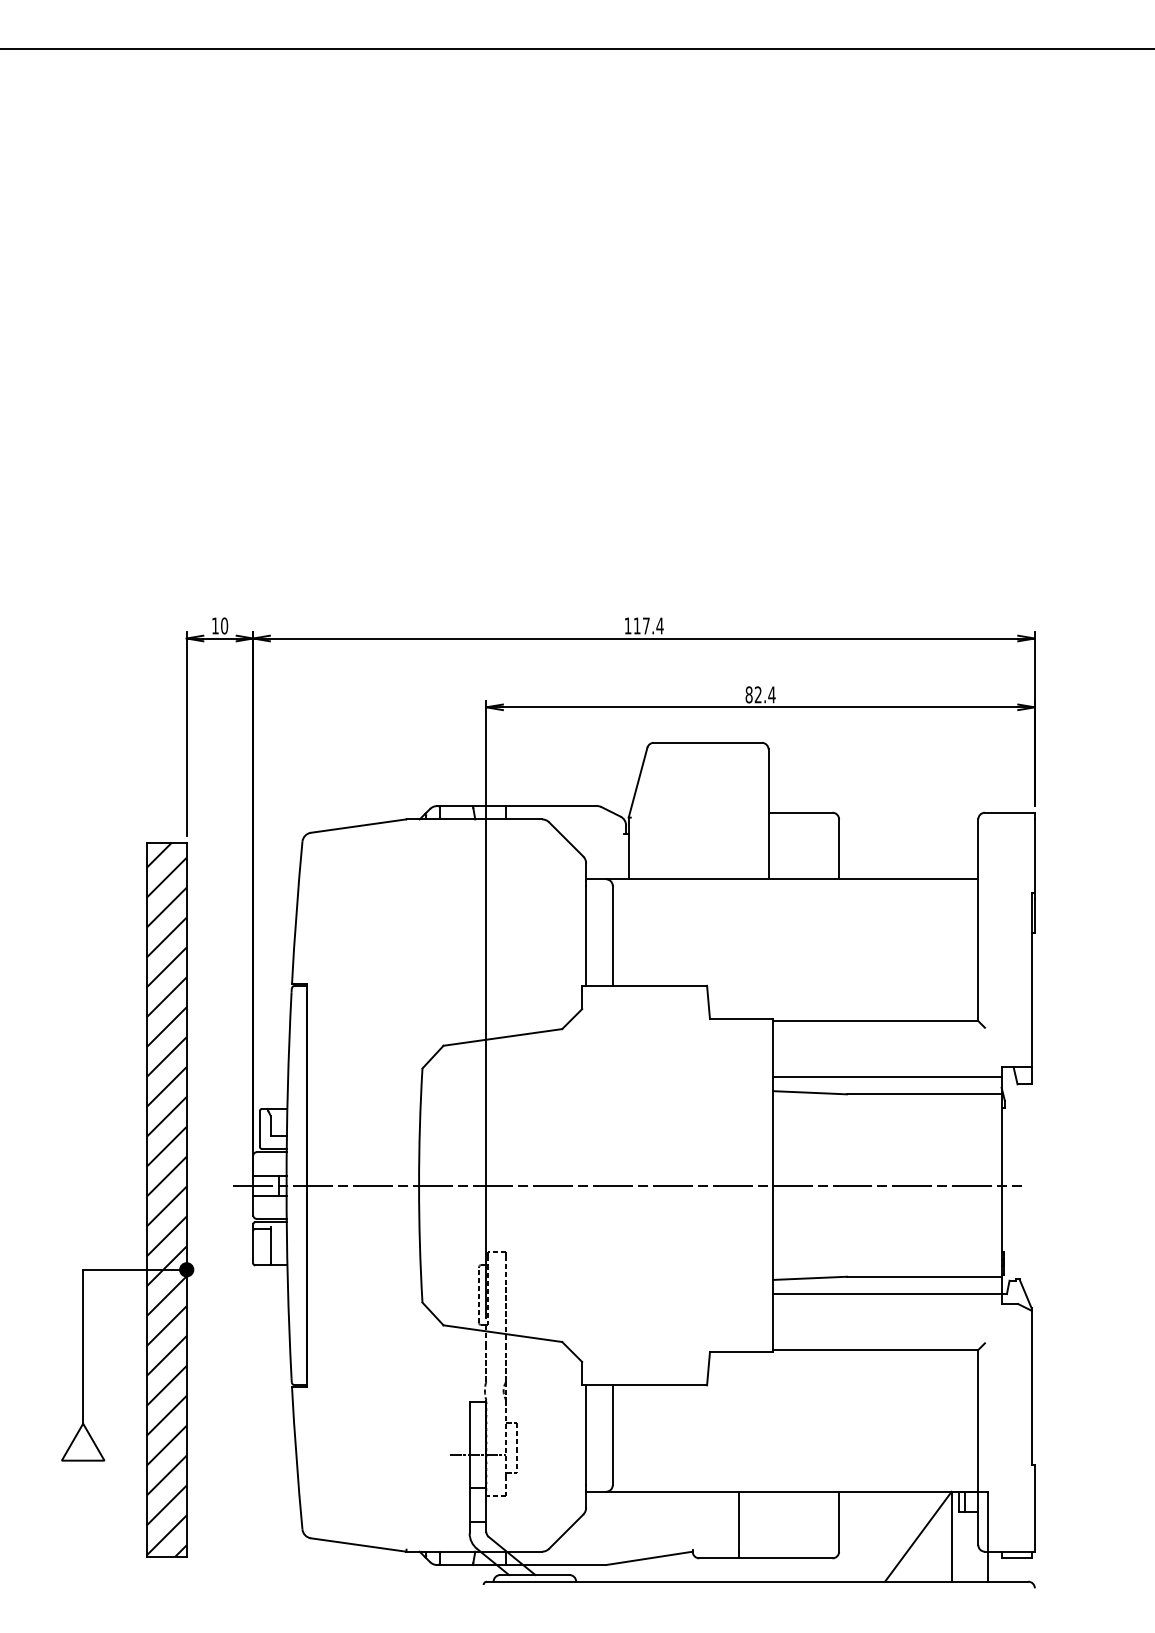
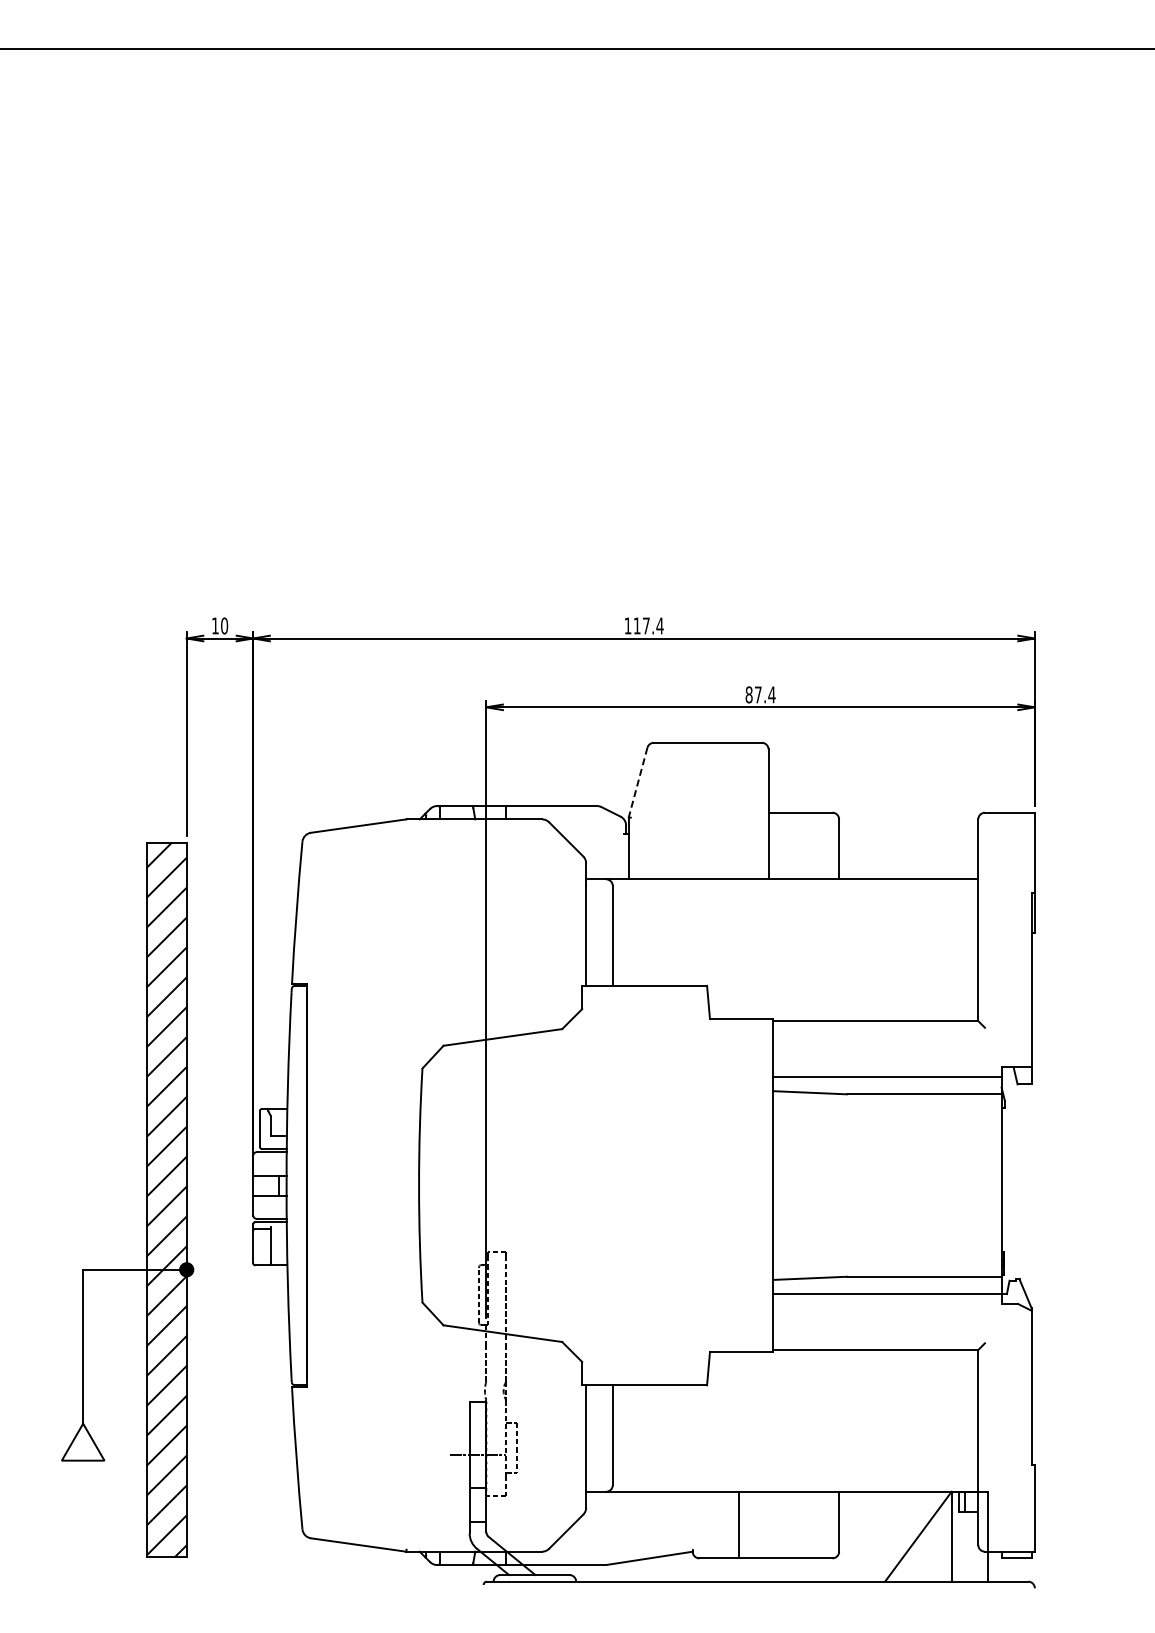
text at (757, 694): 82.4 -> 87.4
line at (637, 783): solid -> dashed
line at (627, 1185): present -> none
